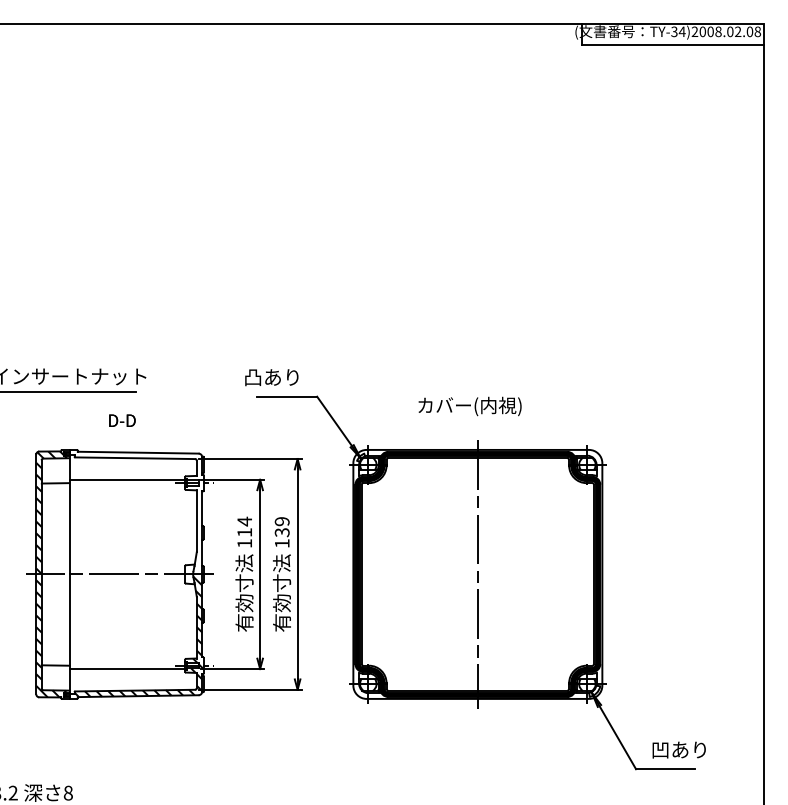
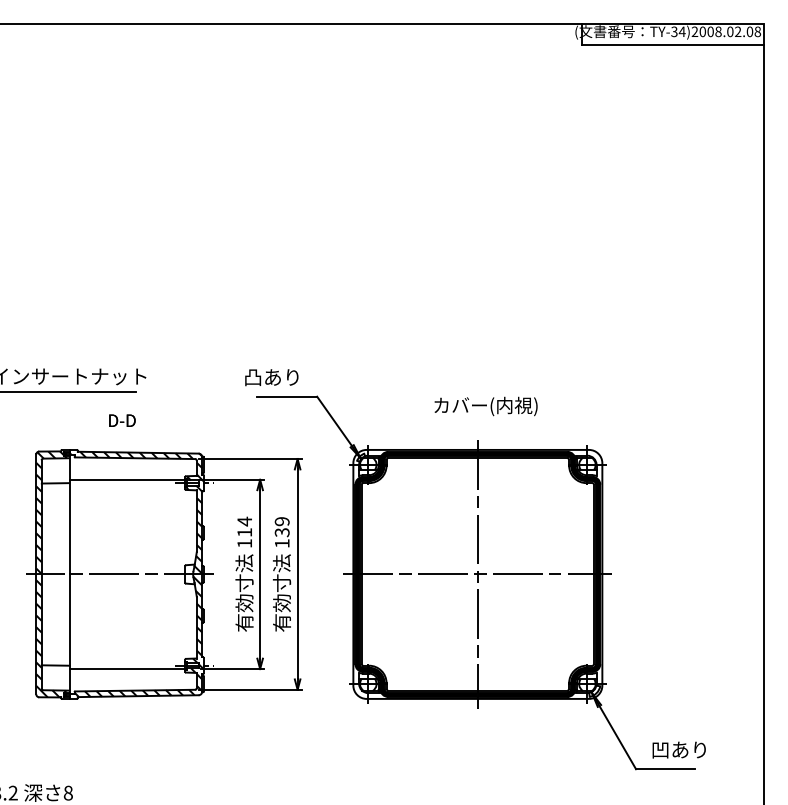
text at (469, 406) position: (469, 406) -> (485, 406)
hatch at (136, 512): none -> present
line at (477, 574): none -> present
